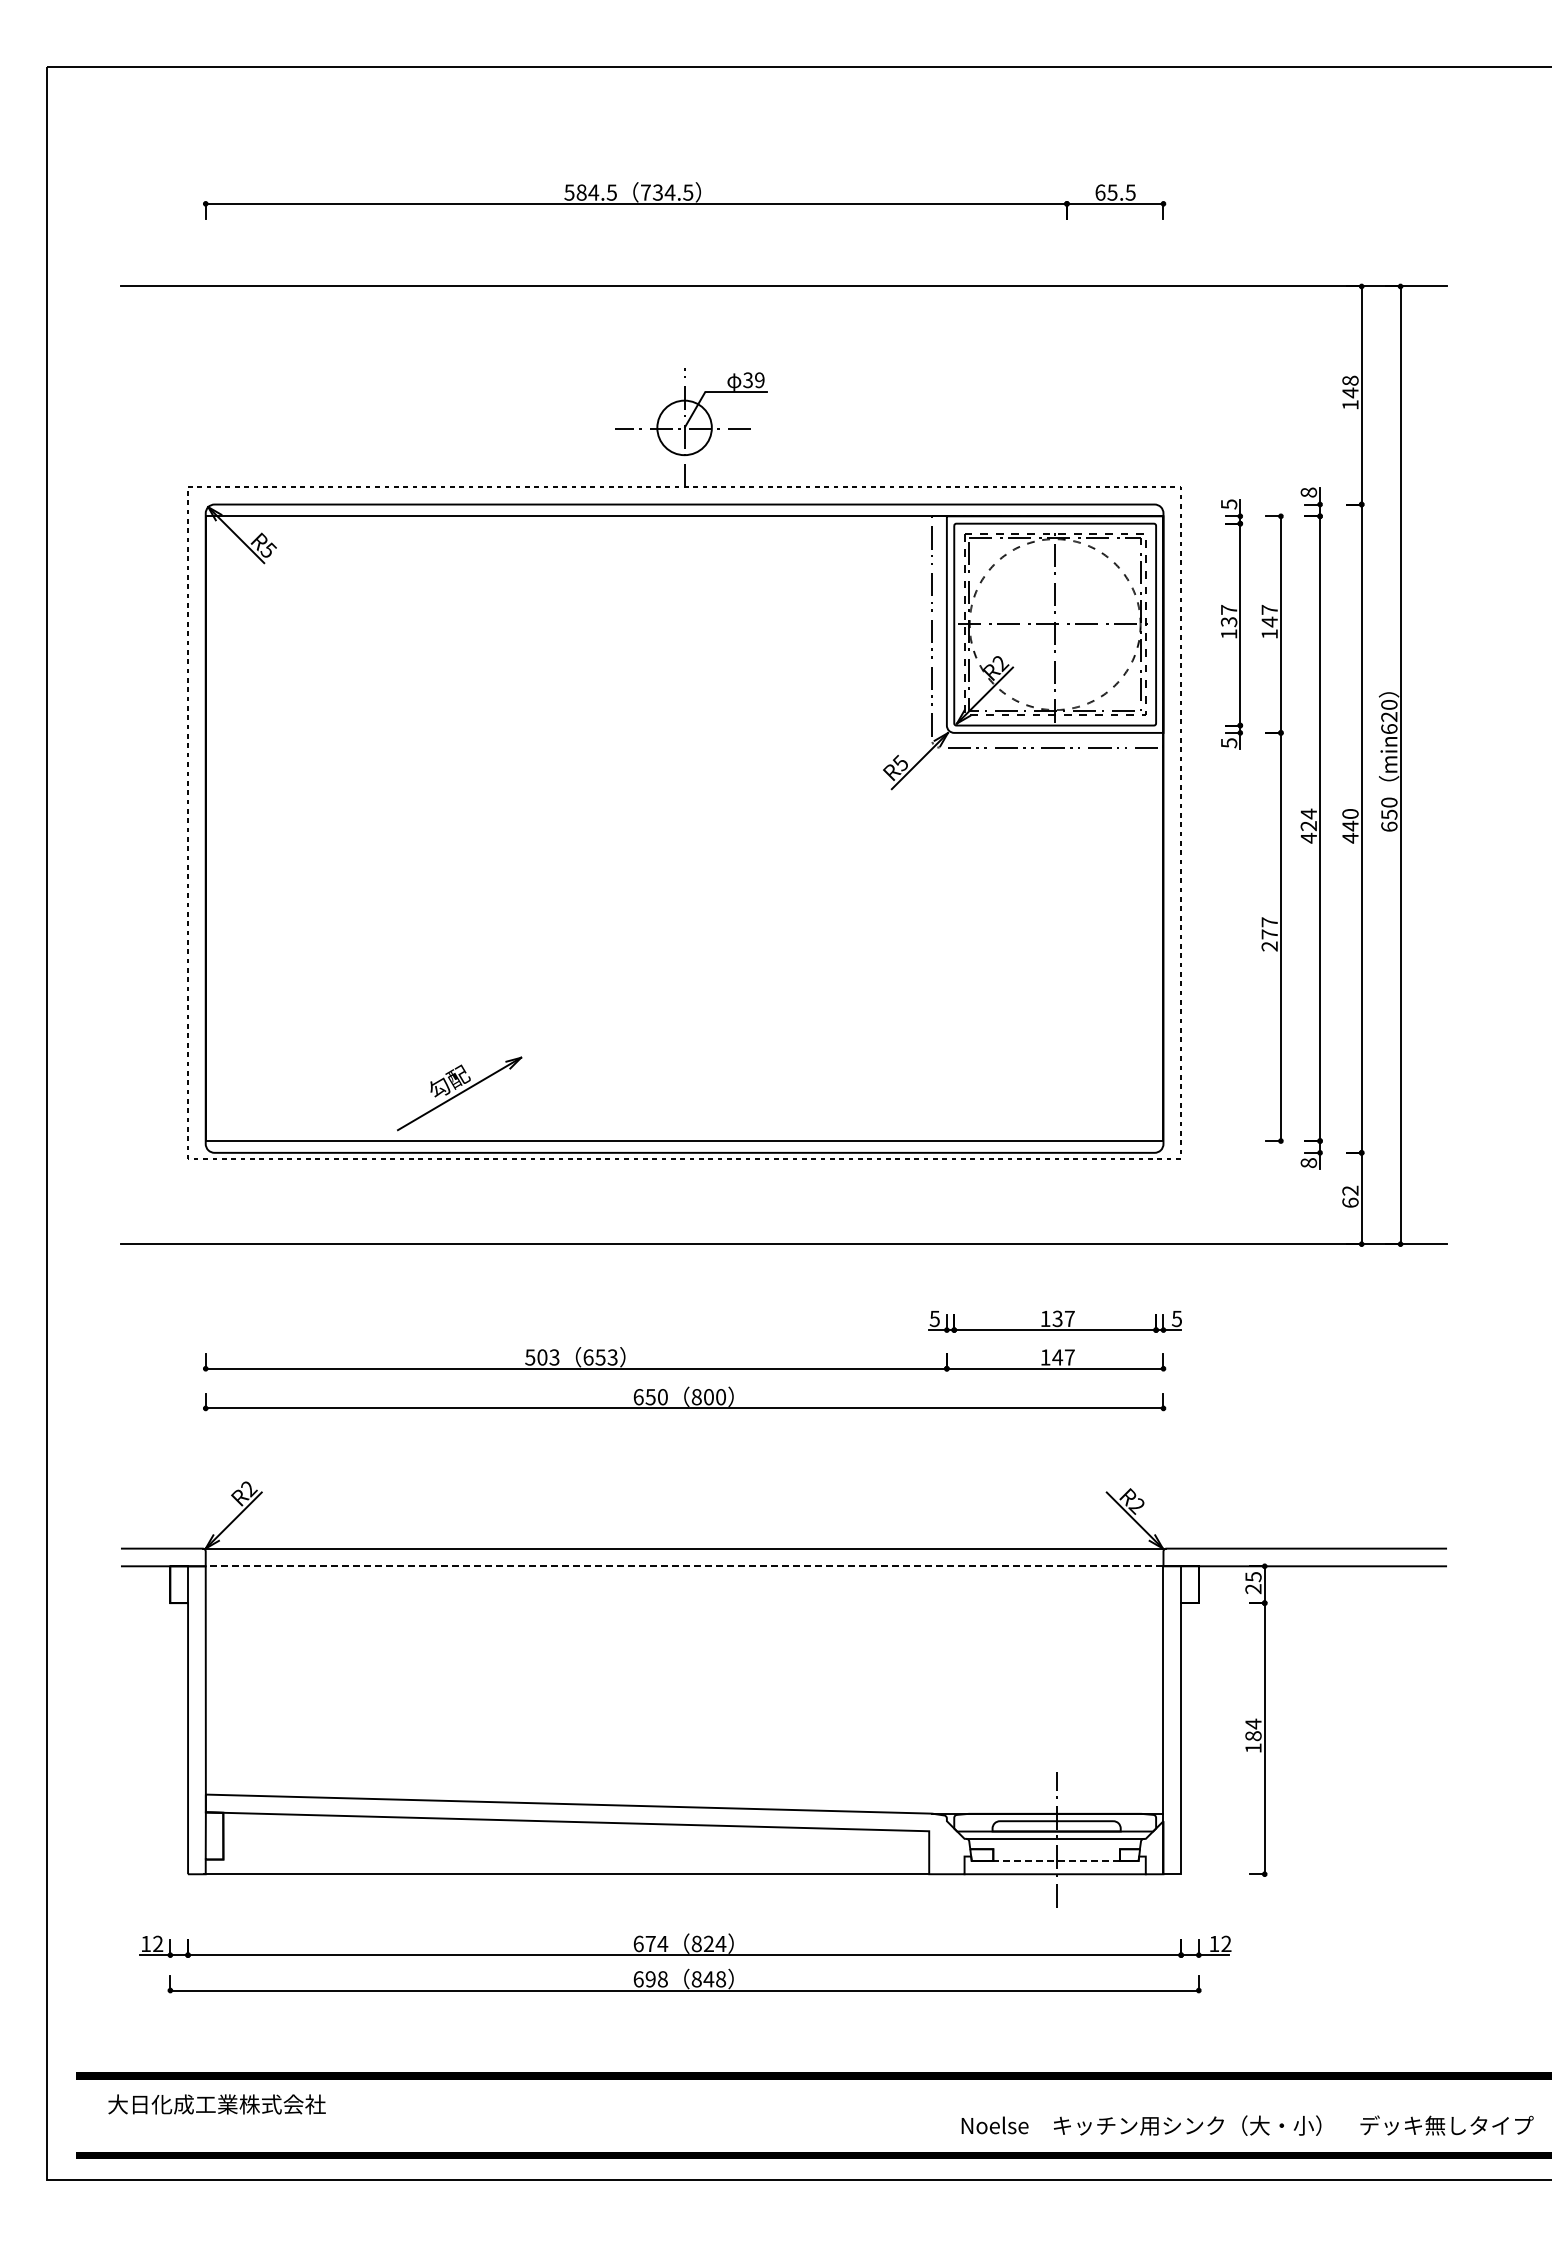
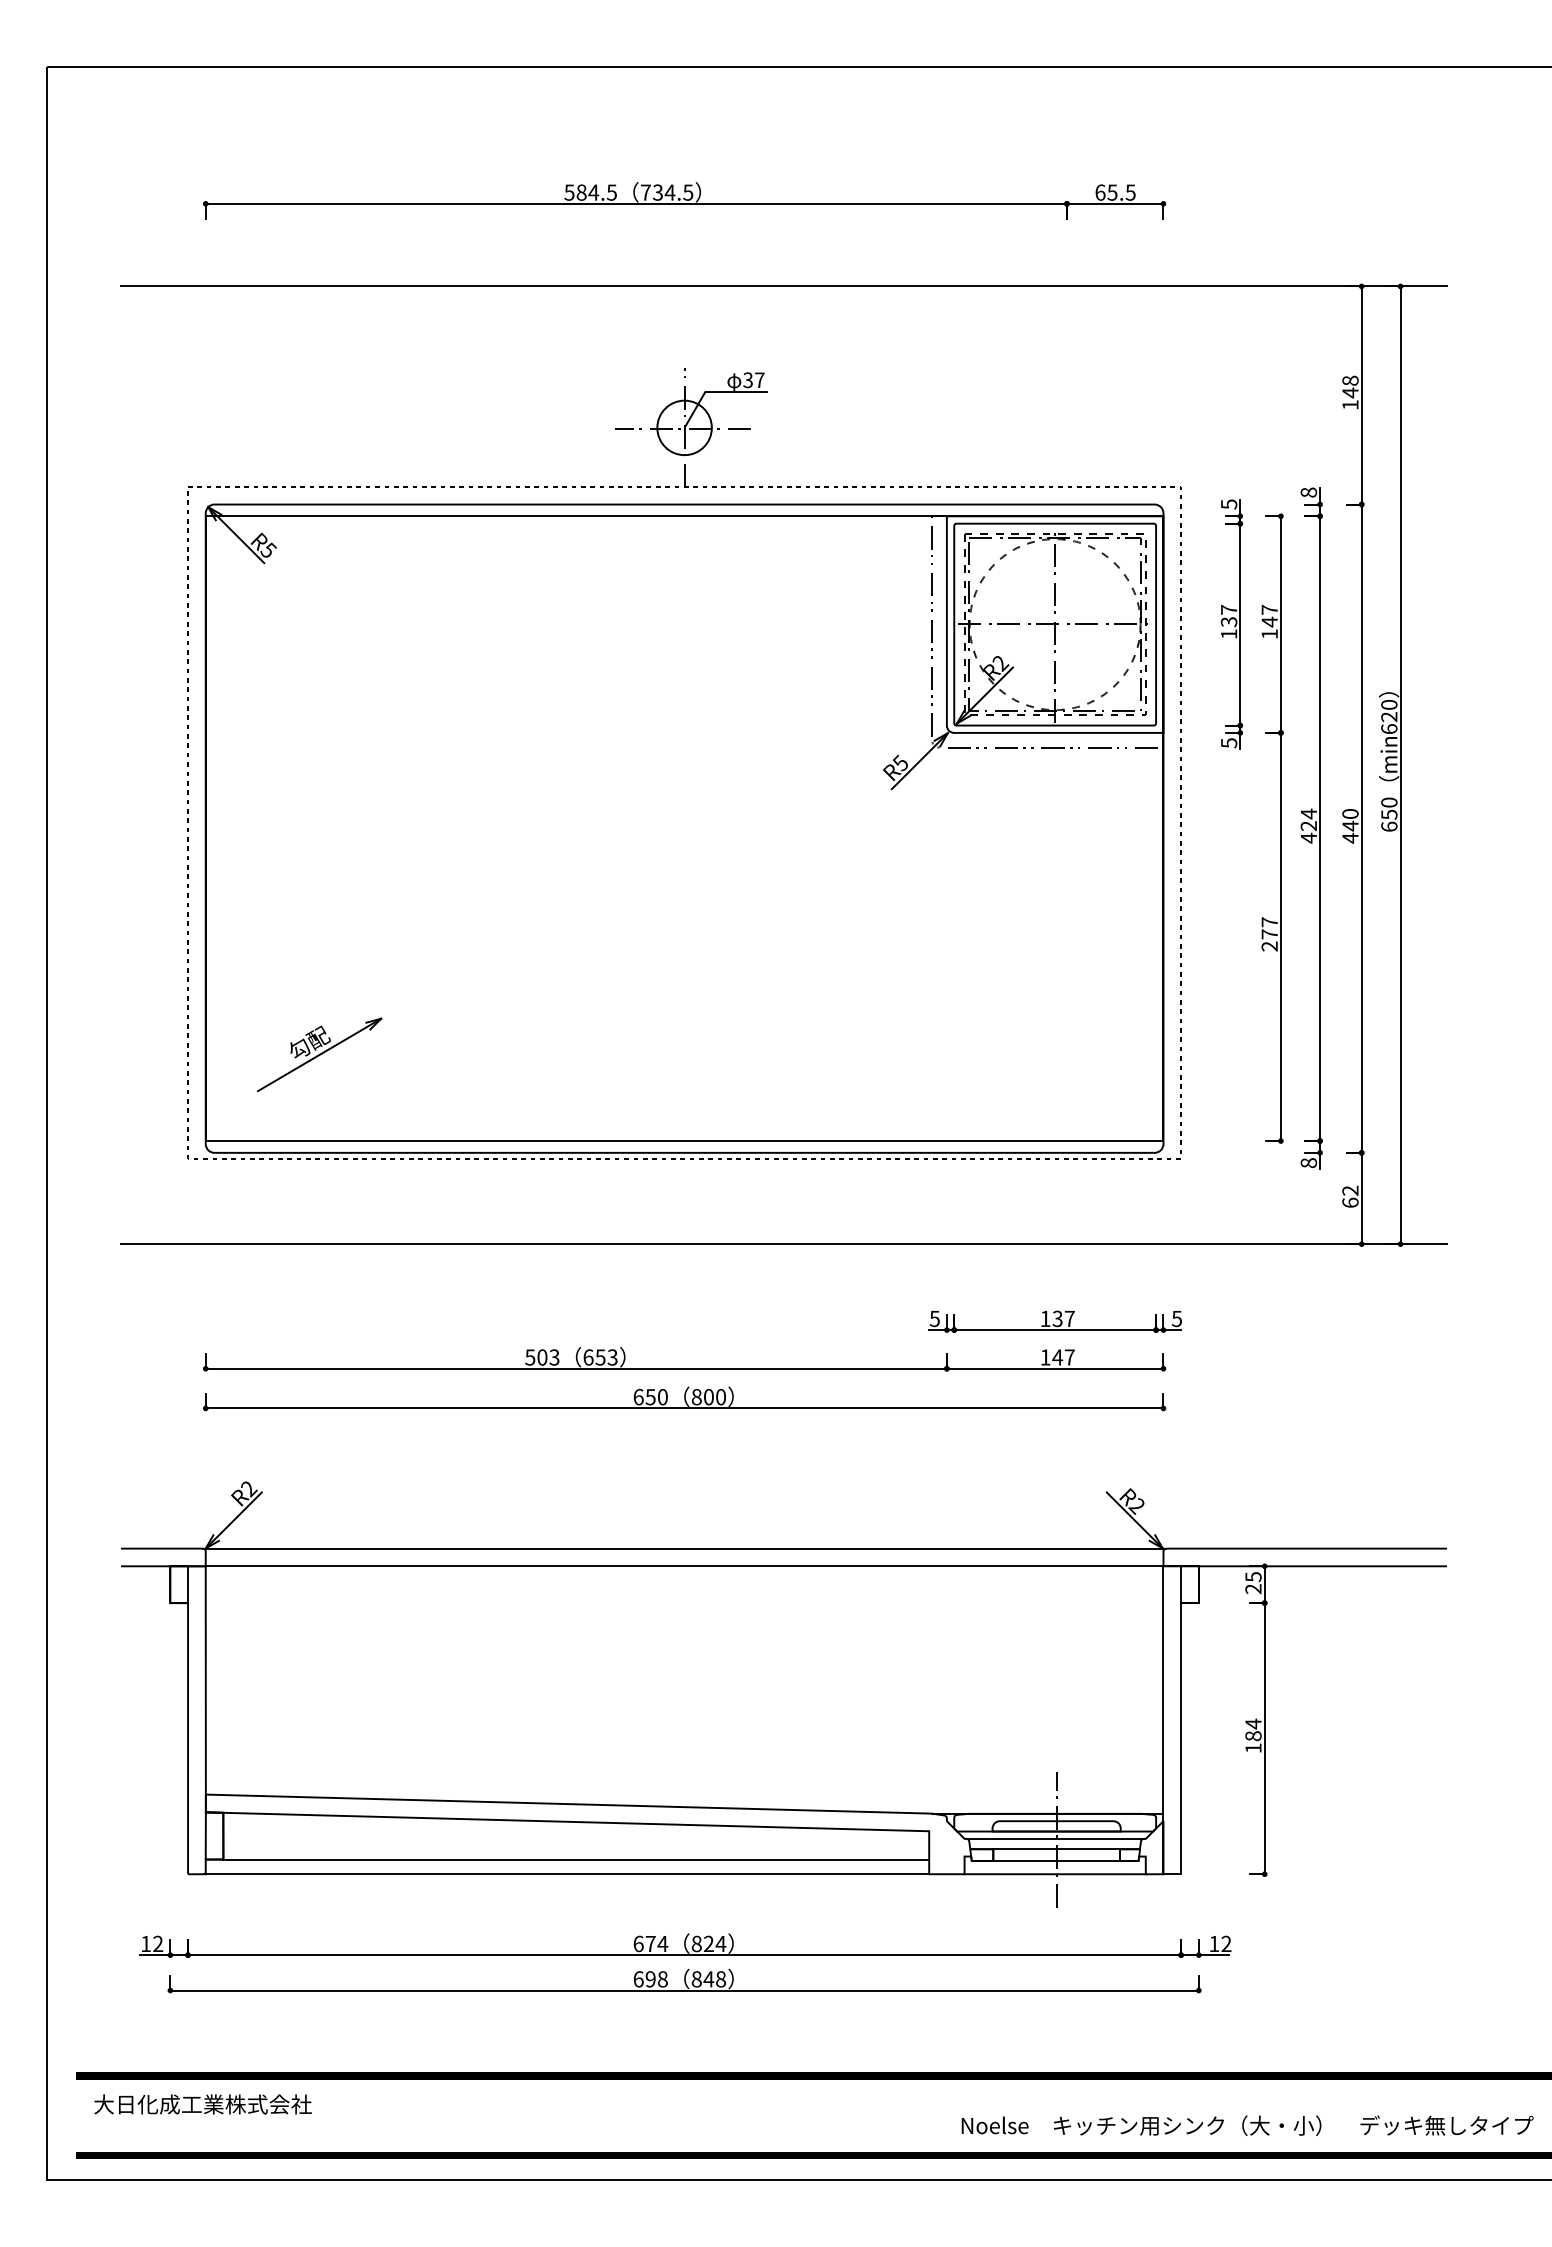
text at (759, 380): 39 -> 37
part at (459, 1093) position: (459, 1093) -> (319, 1054)
line at (684, 1566): dashed -> solid
line at (1056, 1849): none -> present
line at (575, 1859): none -> present
line at (1056, 1861): dashed -> solid
text at (216, 2104) position: (216, 2104) -> (202, 2104)
